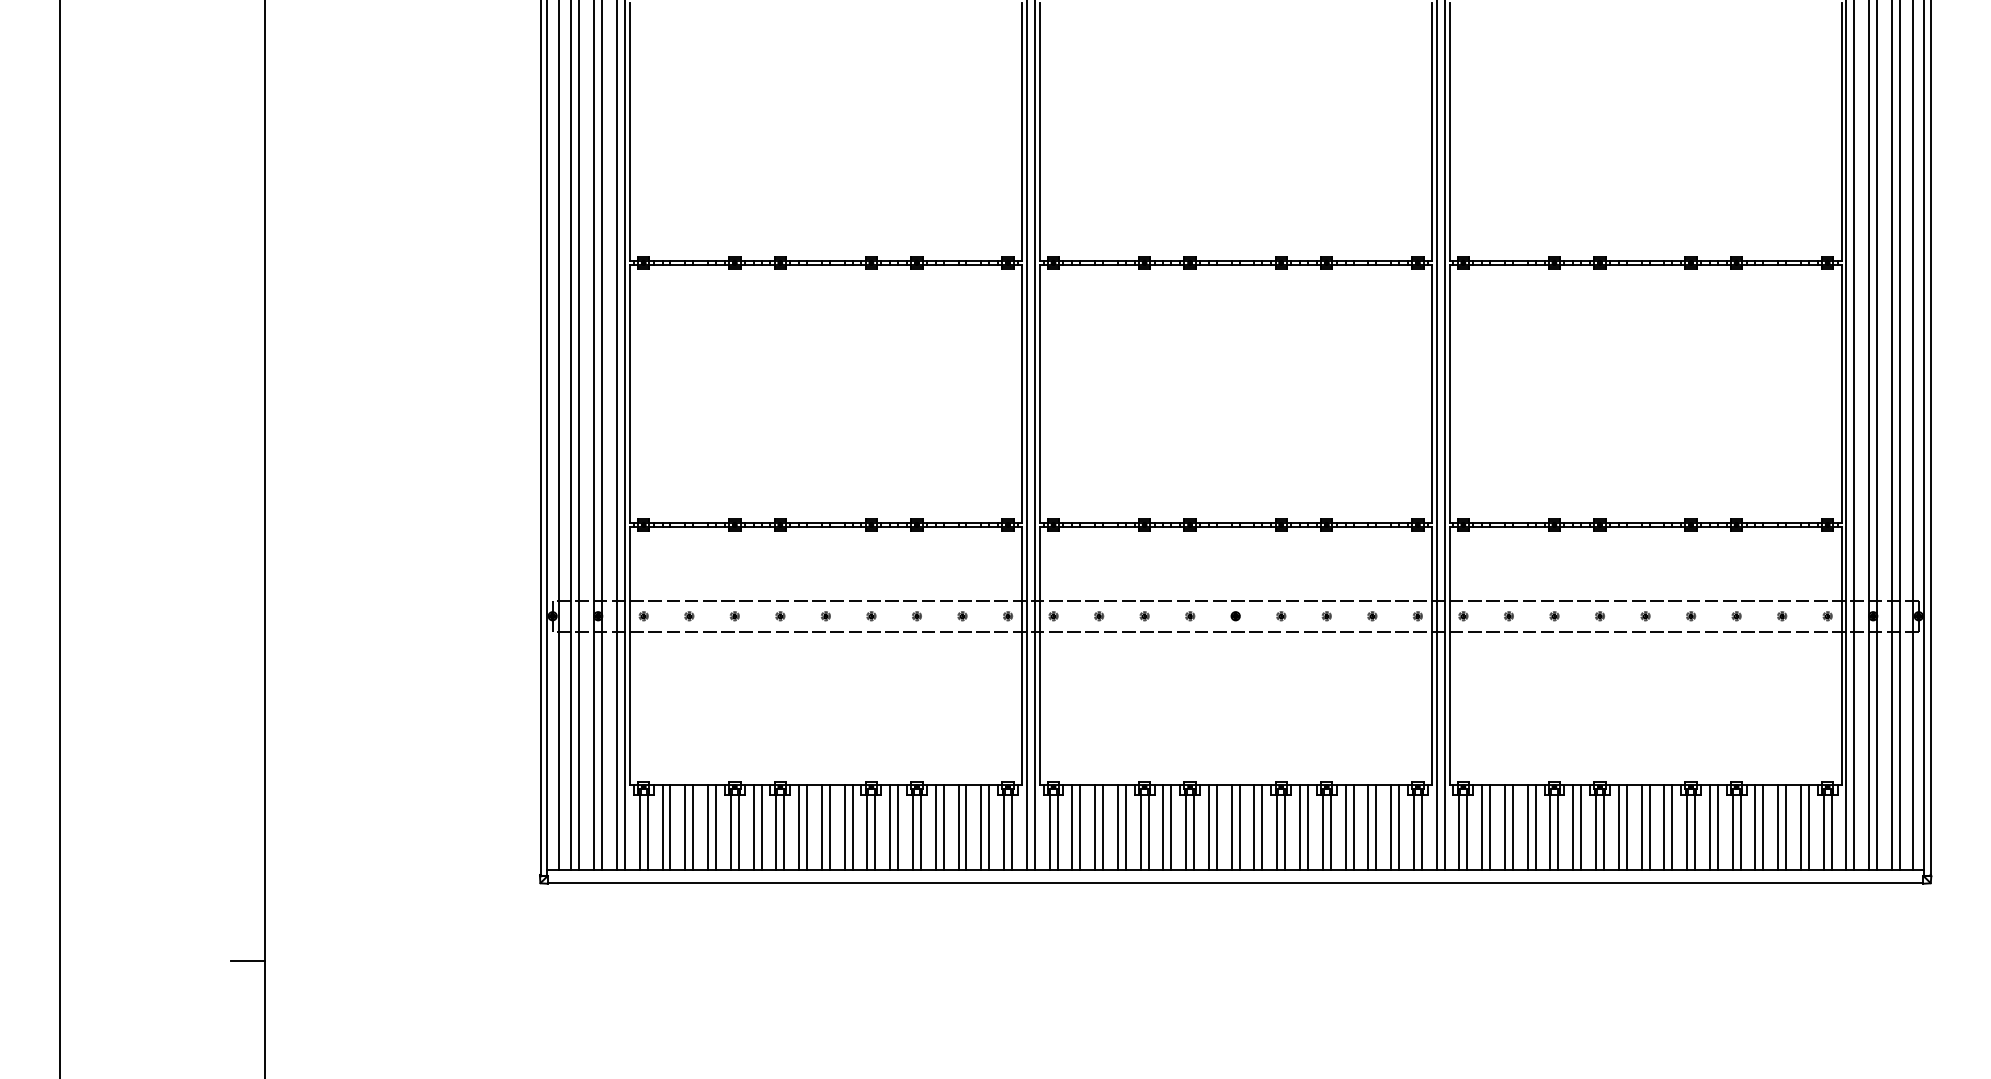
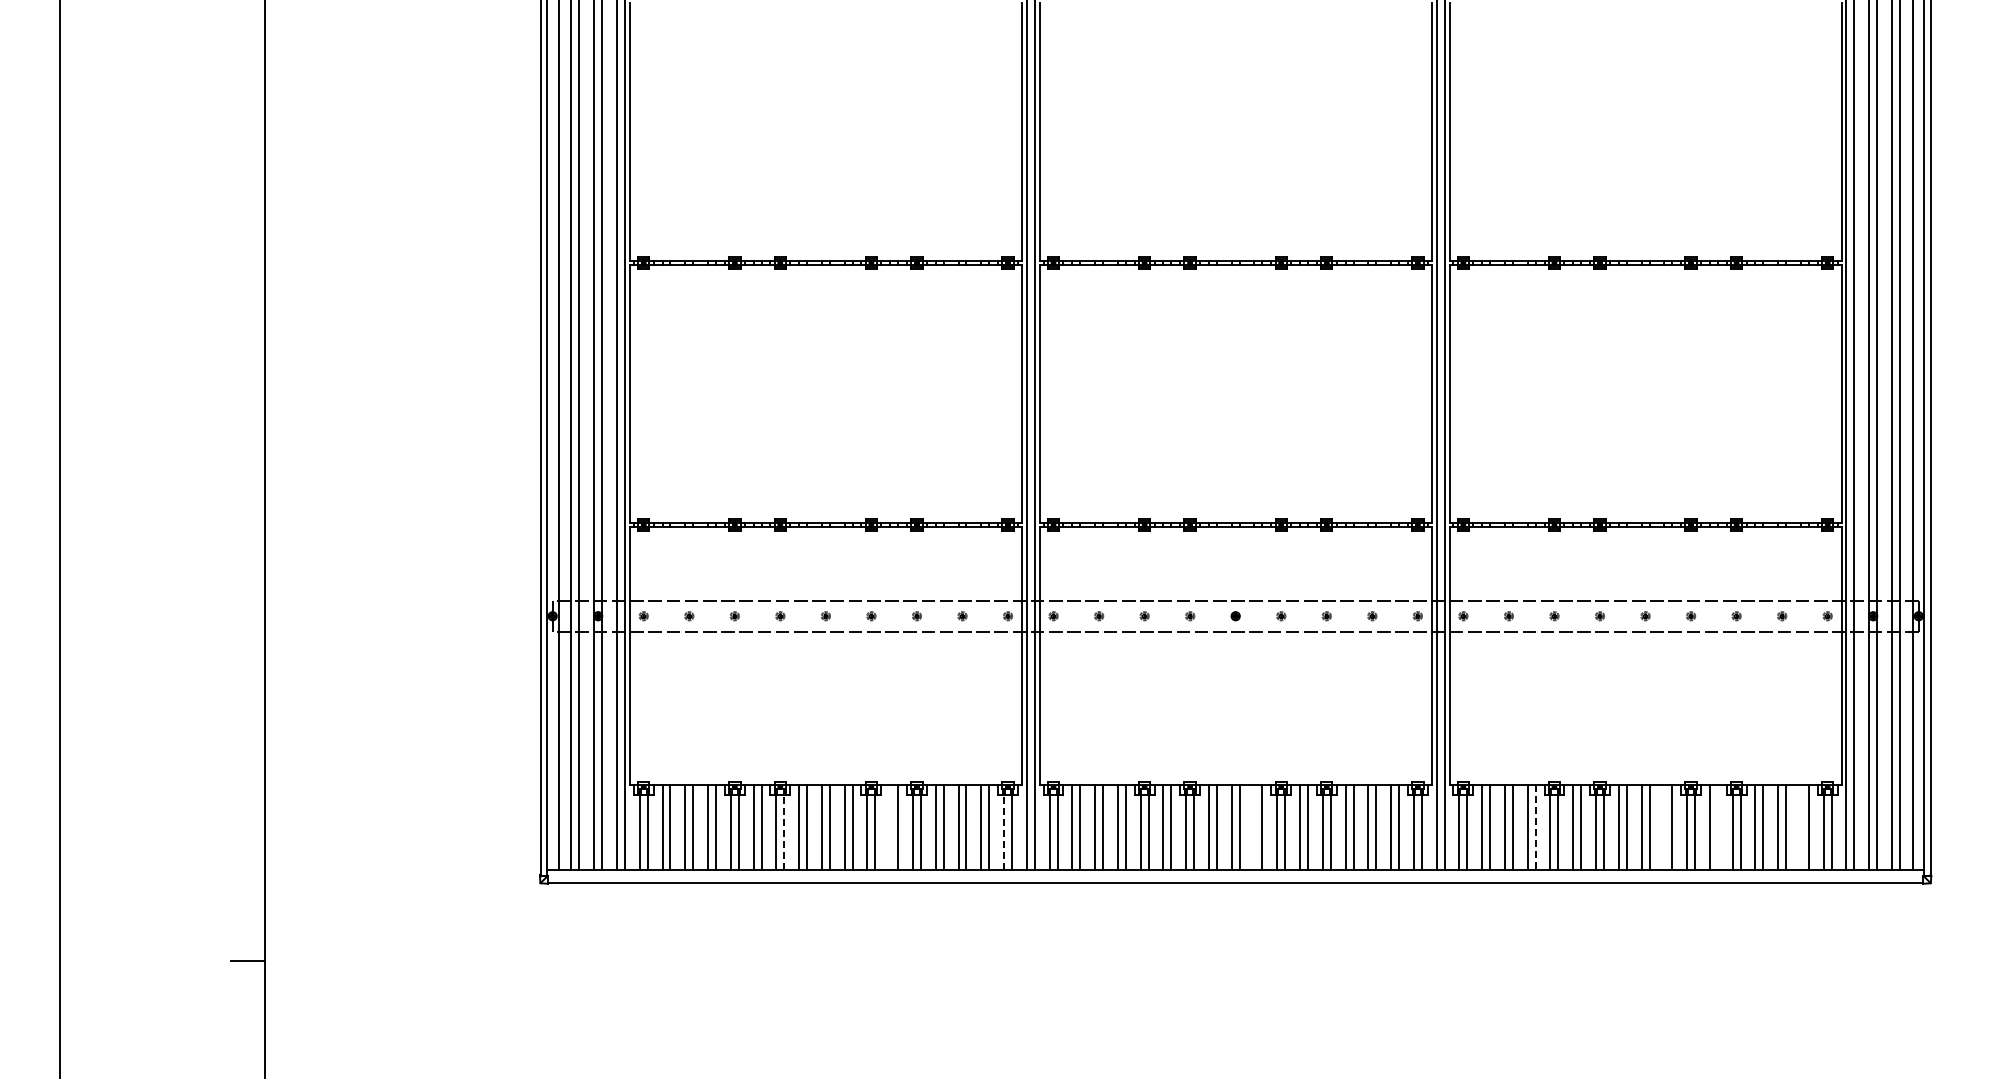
line at (890, 827): present -> none
line at (1254, 827): present -> none
line at (1535, 827): solid -> dashed
line at (1664, 827): present -> none
line at (1717, 827): present -> none
line at (1800, 827): present -> none
line at (784, 832): solid -> dashed
line at (1004, 832): solid -> dashed
